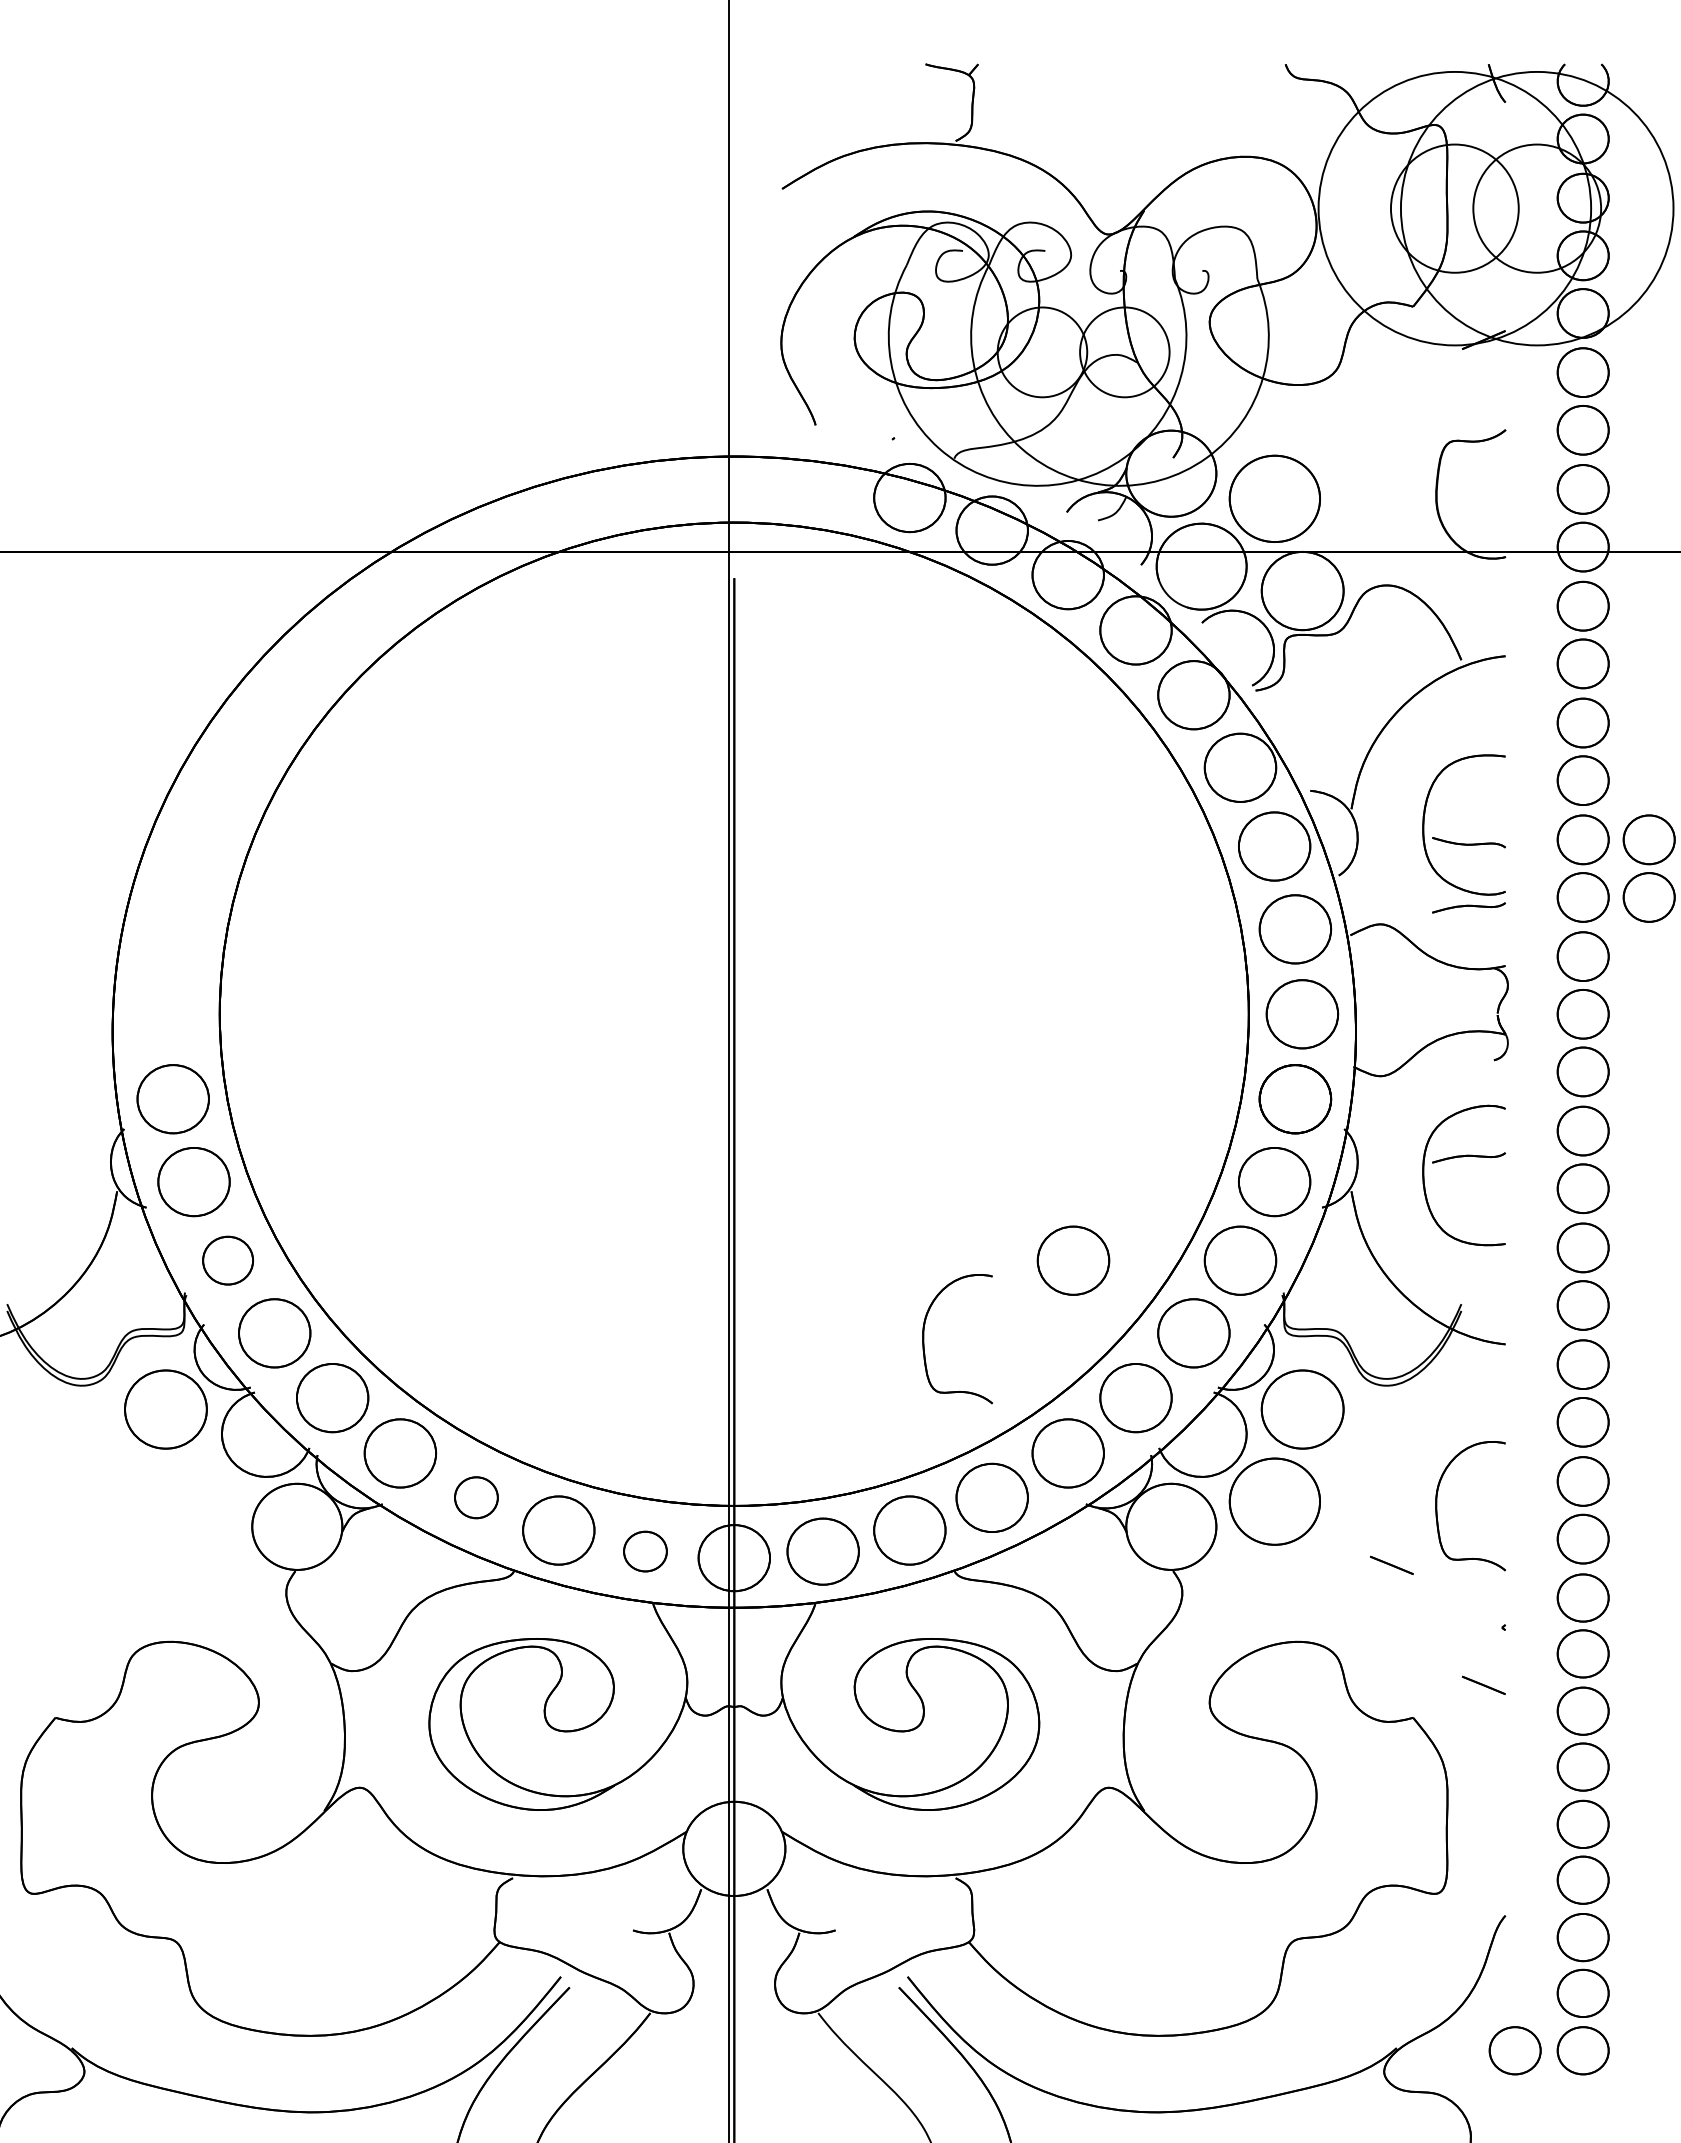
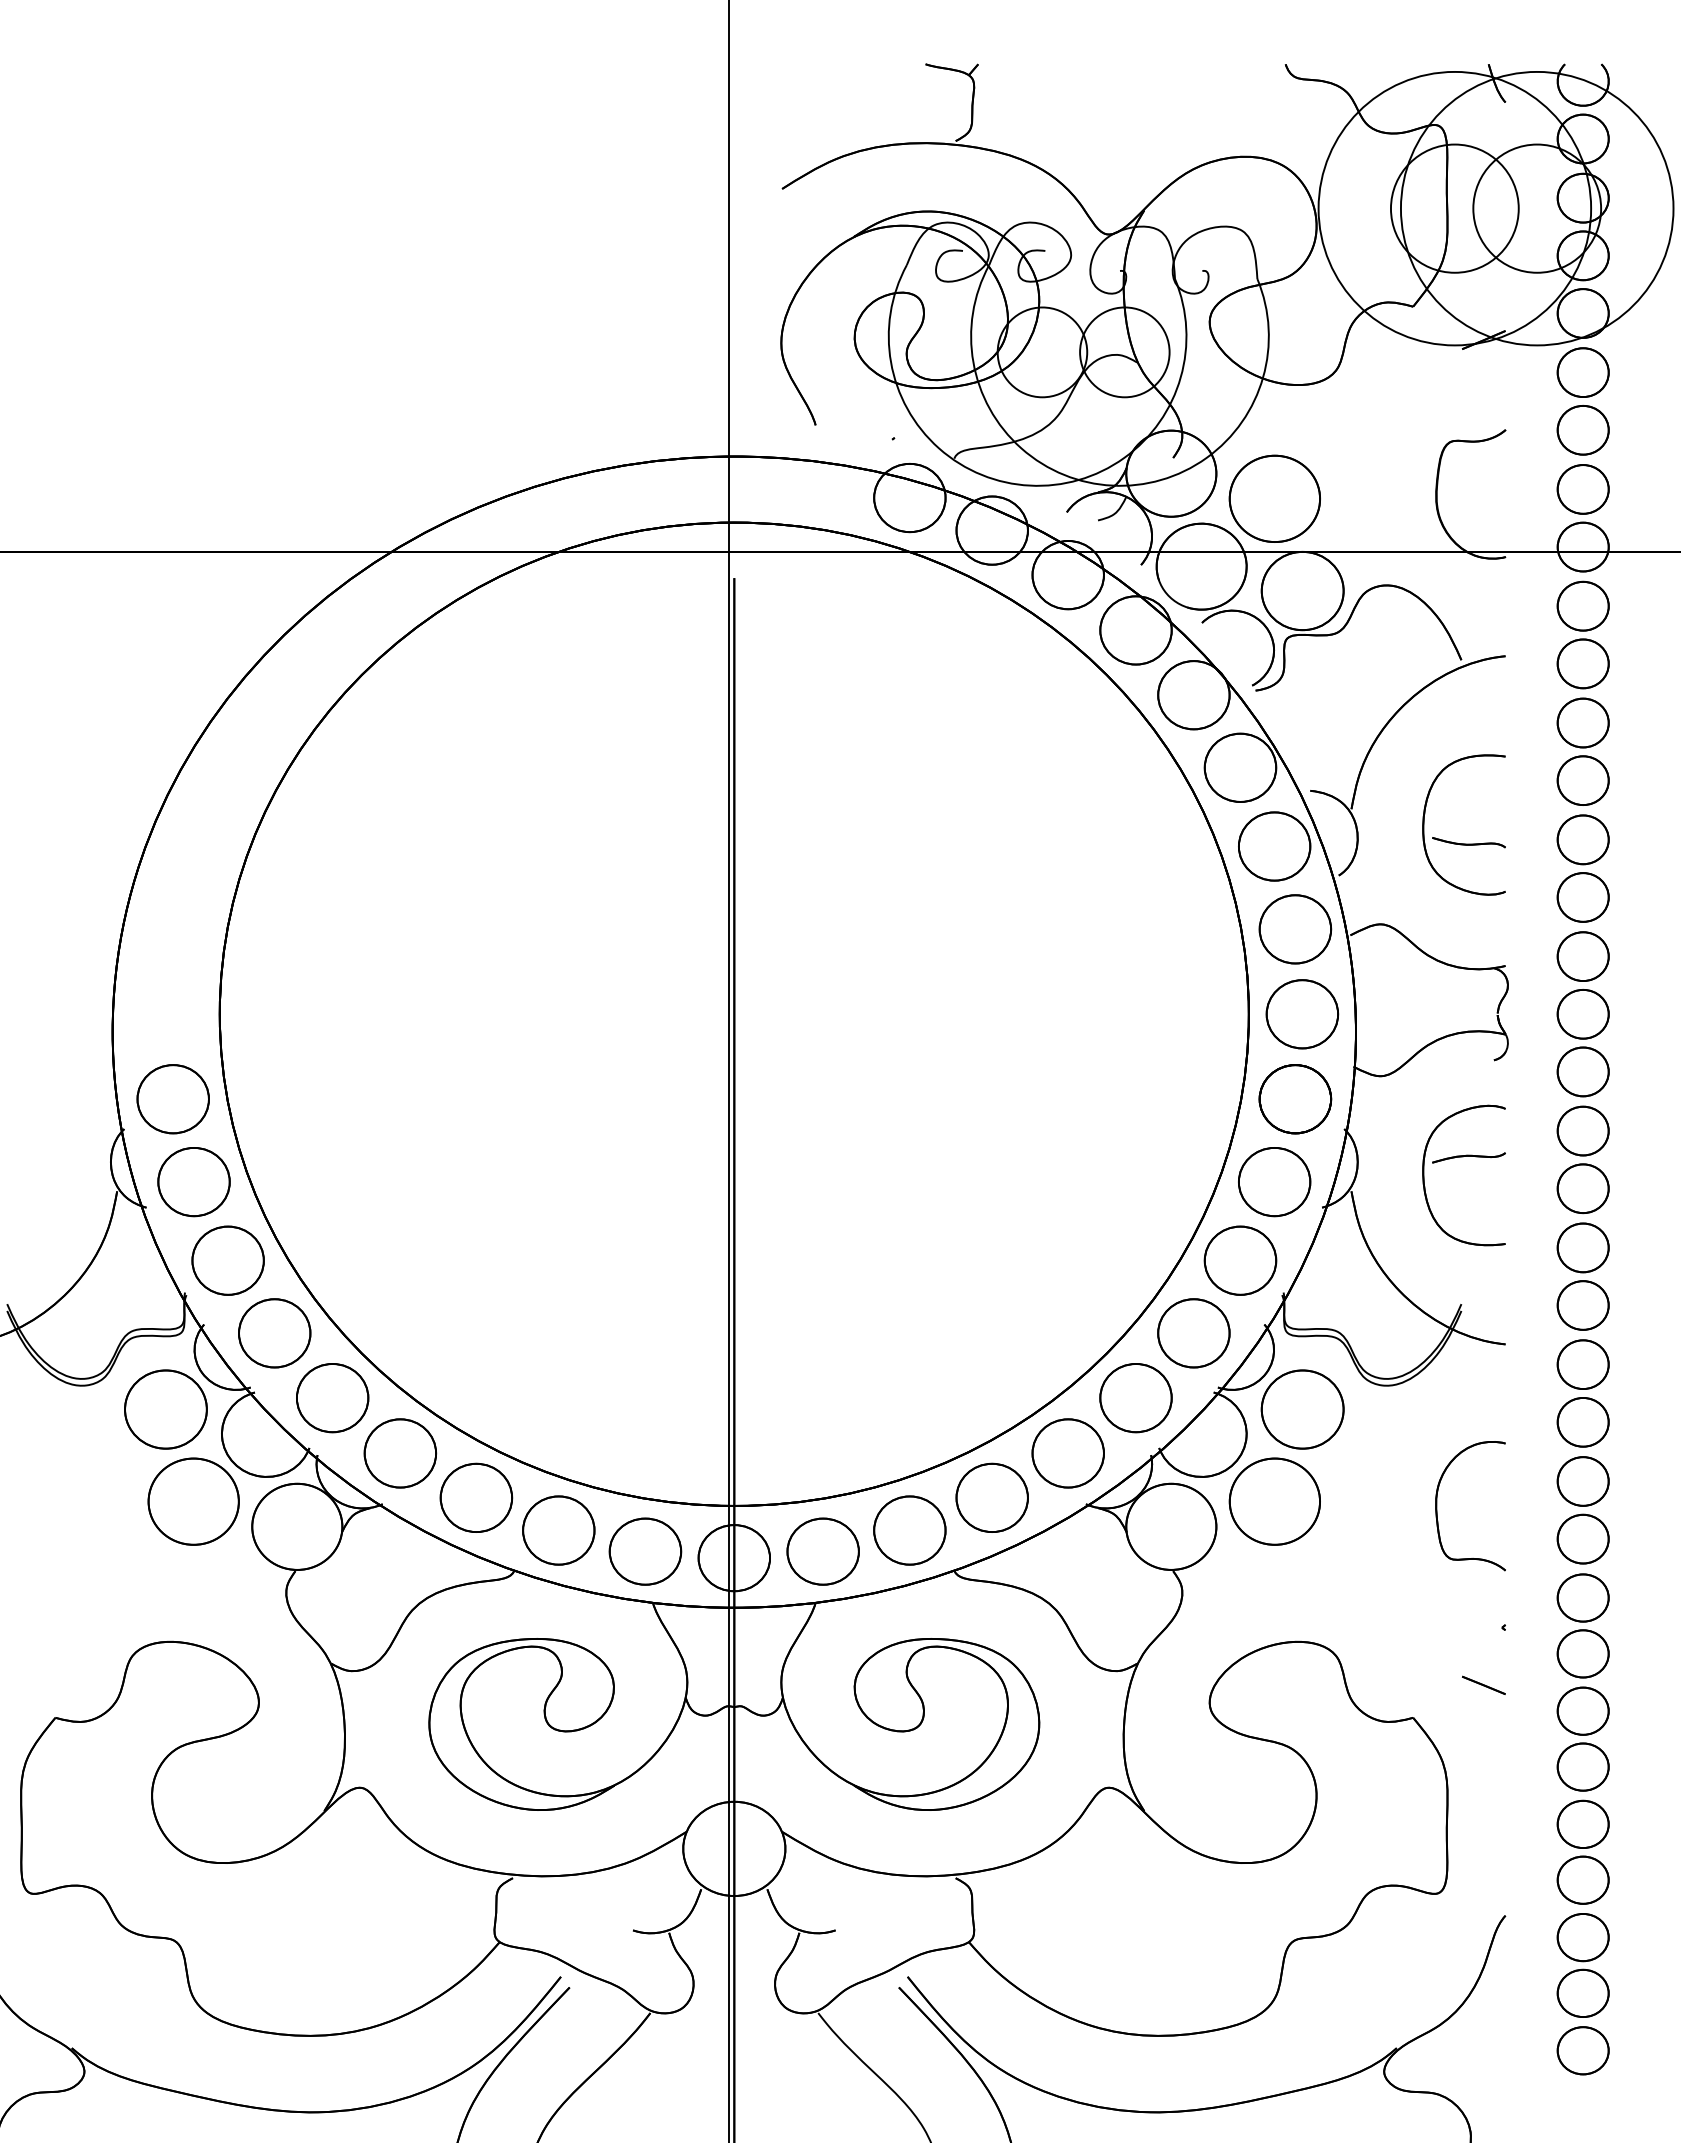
part at (1648, 868): present -> none
part at (1468, 907): present -> none
part at (227, 1260) size: 52x51 px -> 74x71 px
part at (1073, 1260): present -> none
part at (924, 1339): present -> none
part at (476, 1497) size: 45x44 px -> 75x71 px
part at (193, 1501): none -> present
part at (645, 1551) size: 45x43 px -> 75x69 px
line at (1391, 1564): present -> none
part at (1514, 2050): present -> none
